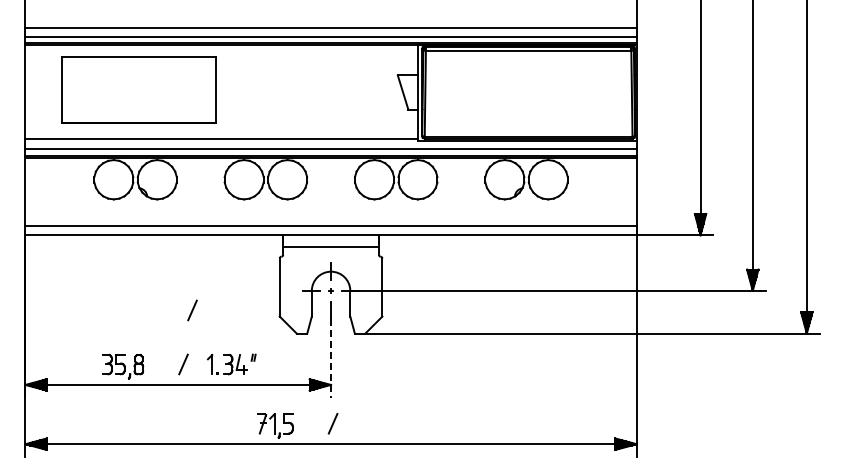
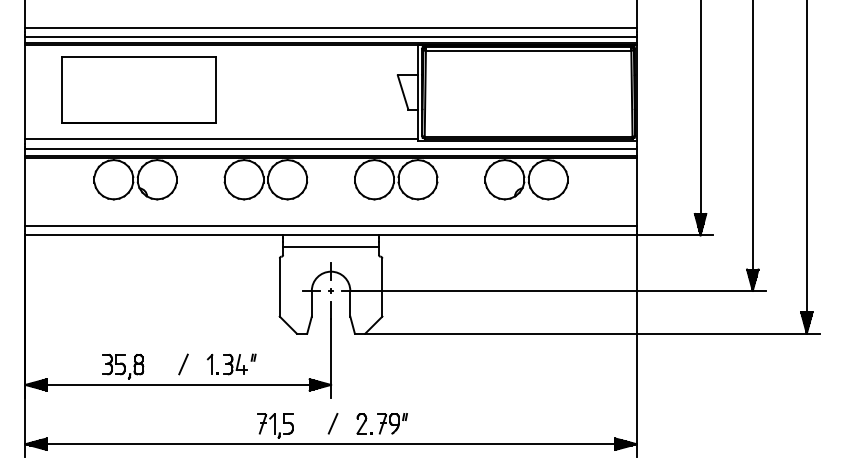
line at (192, 310): present -> none
line at (331, 358): dashed -> solid
part at (381, 423): none -> present
